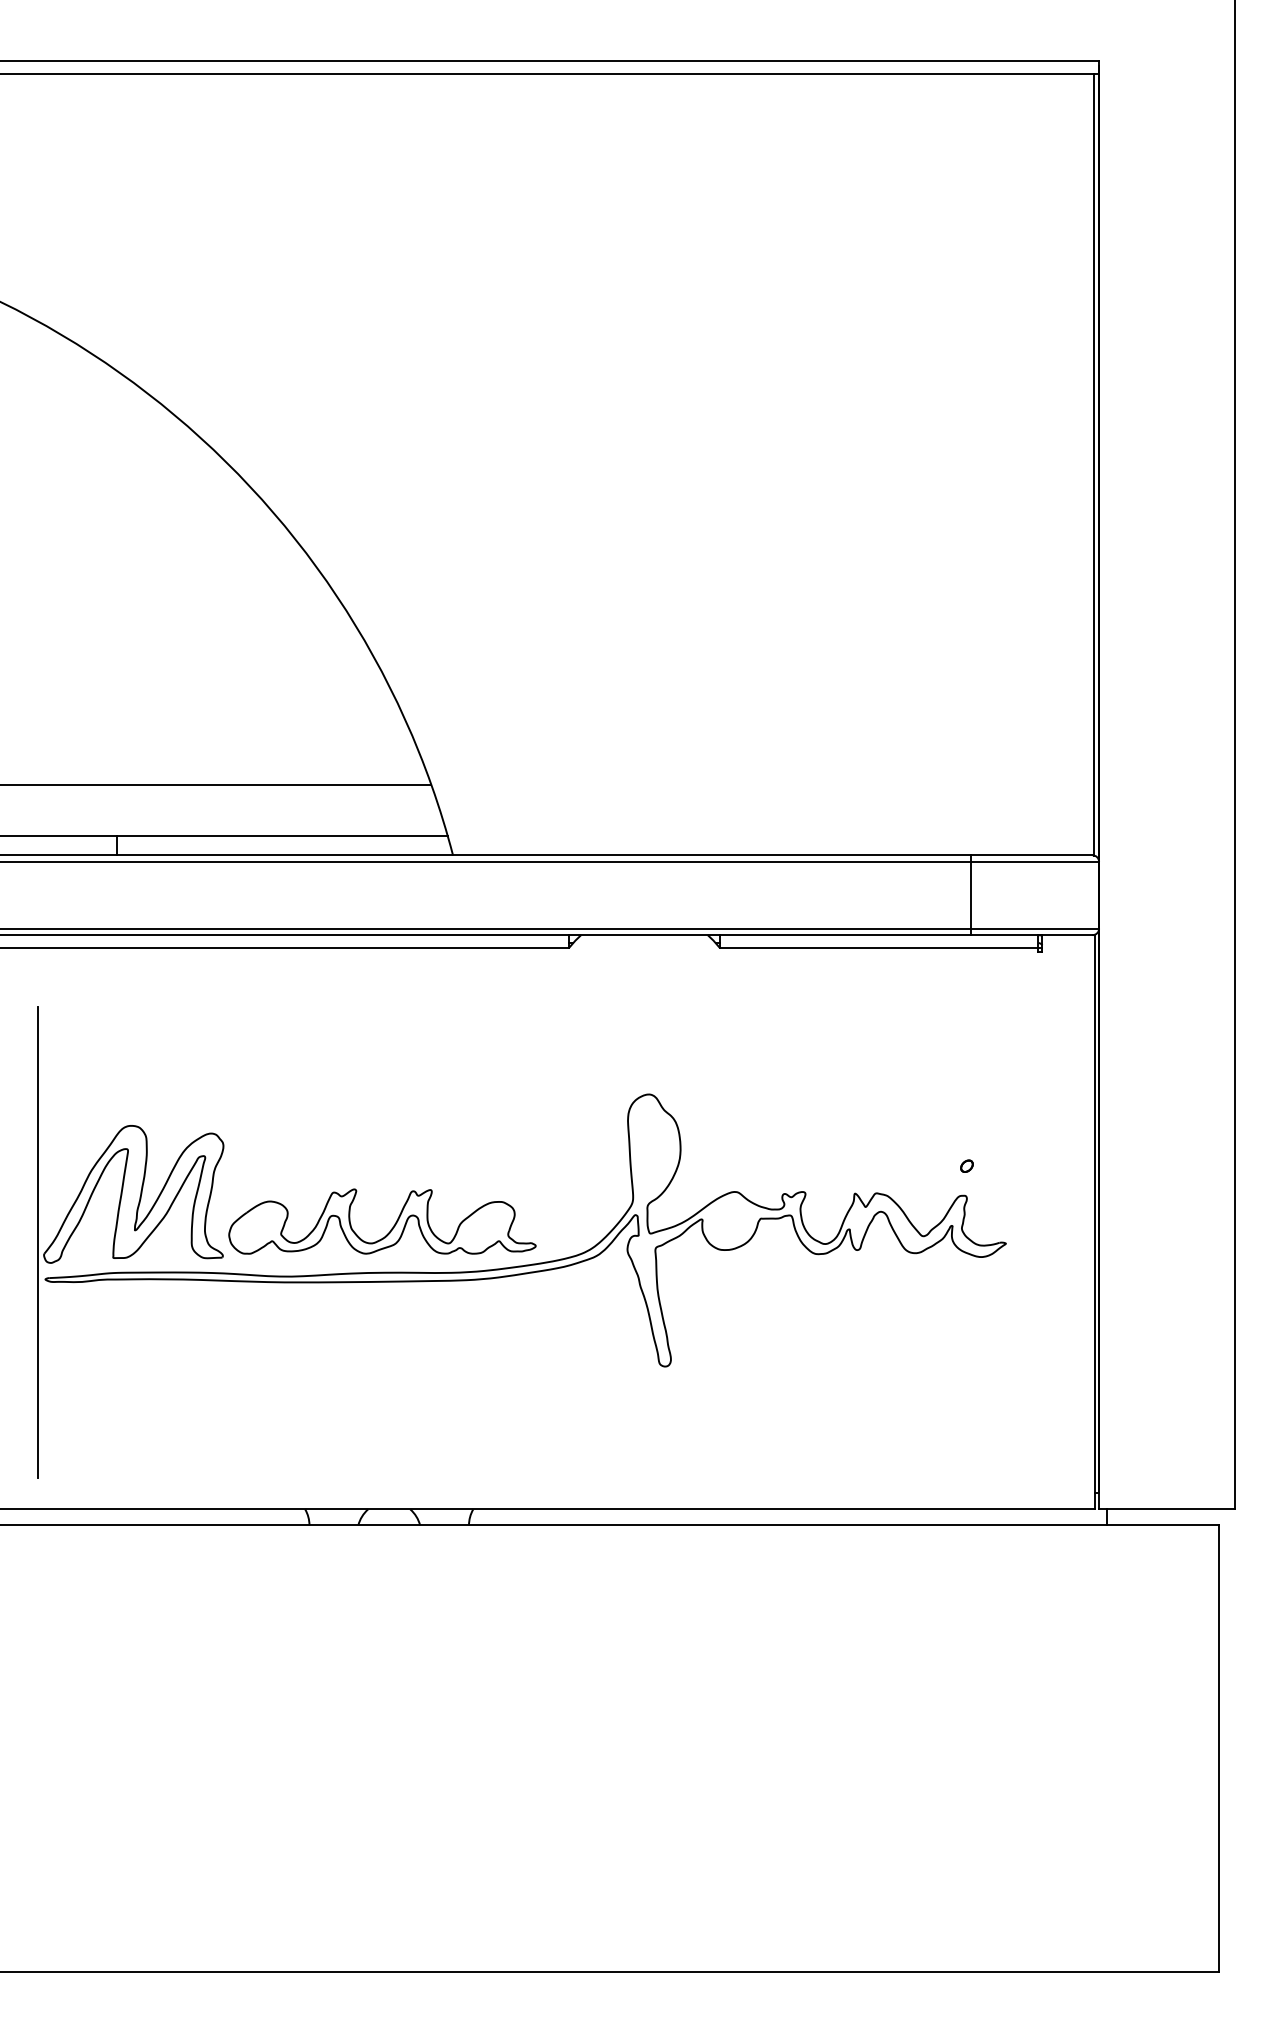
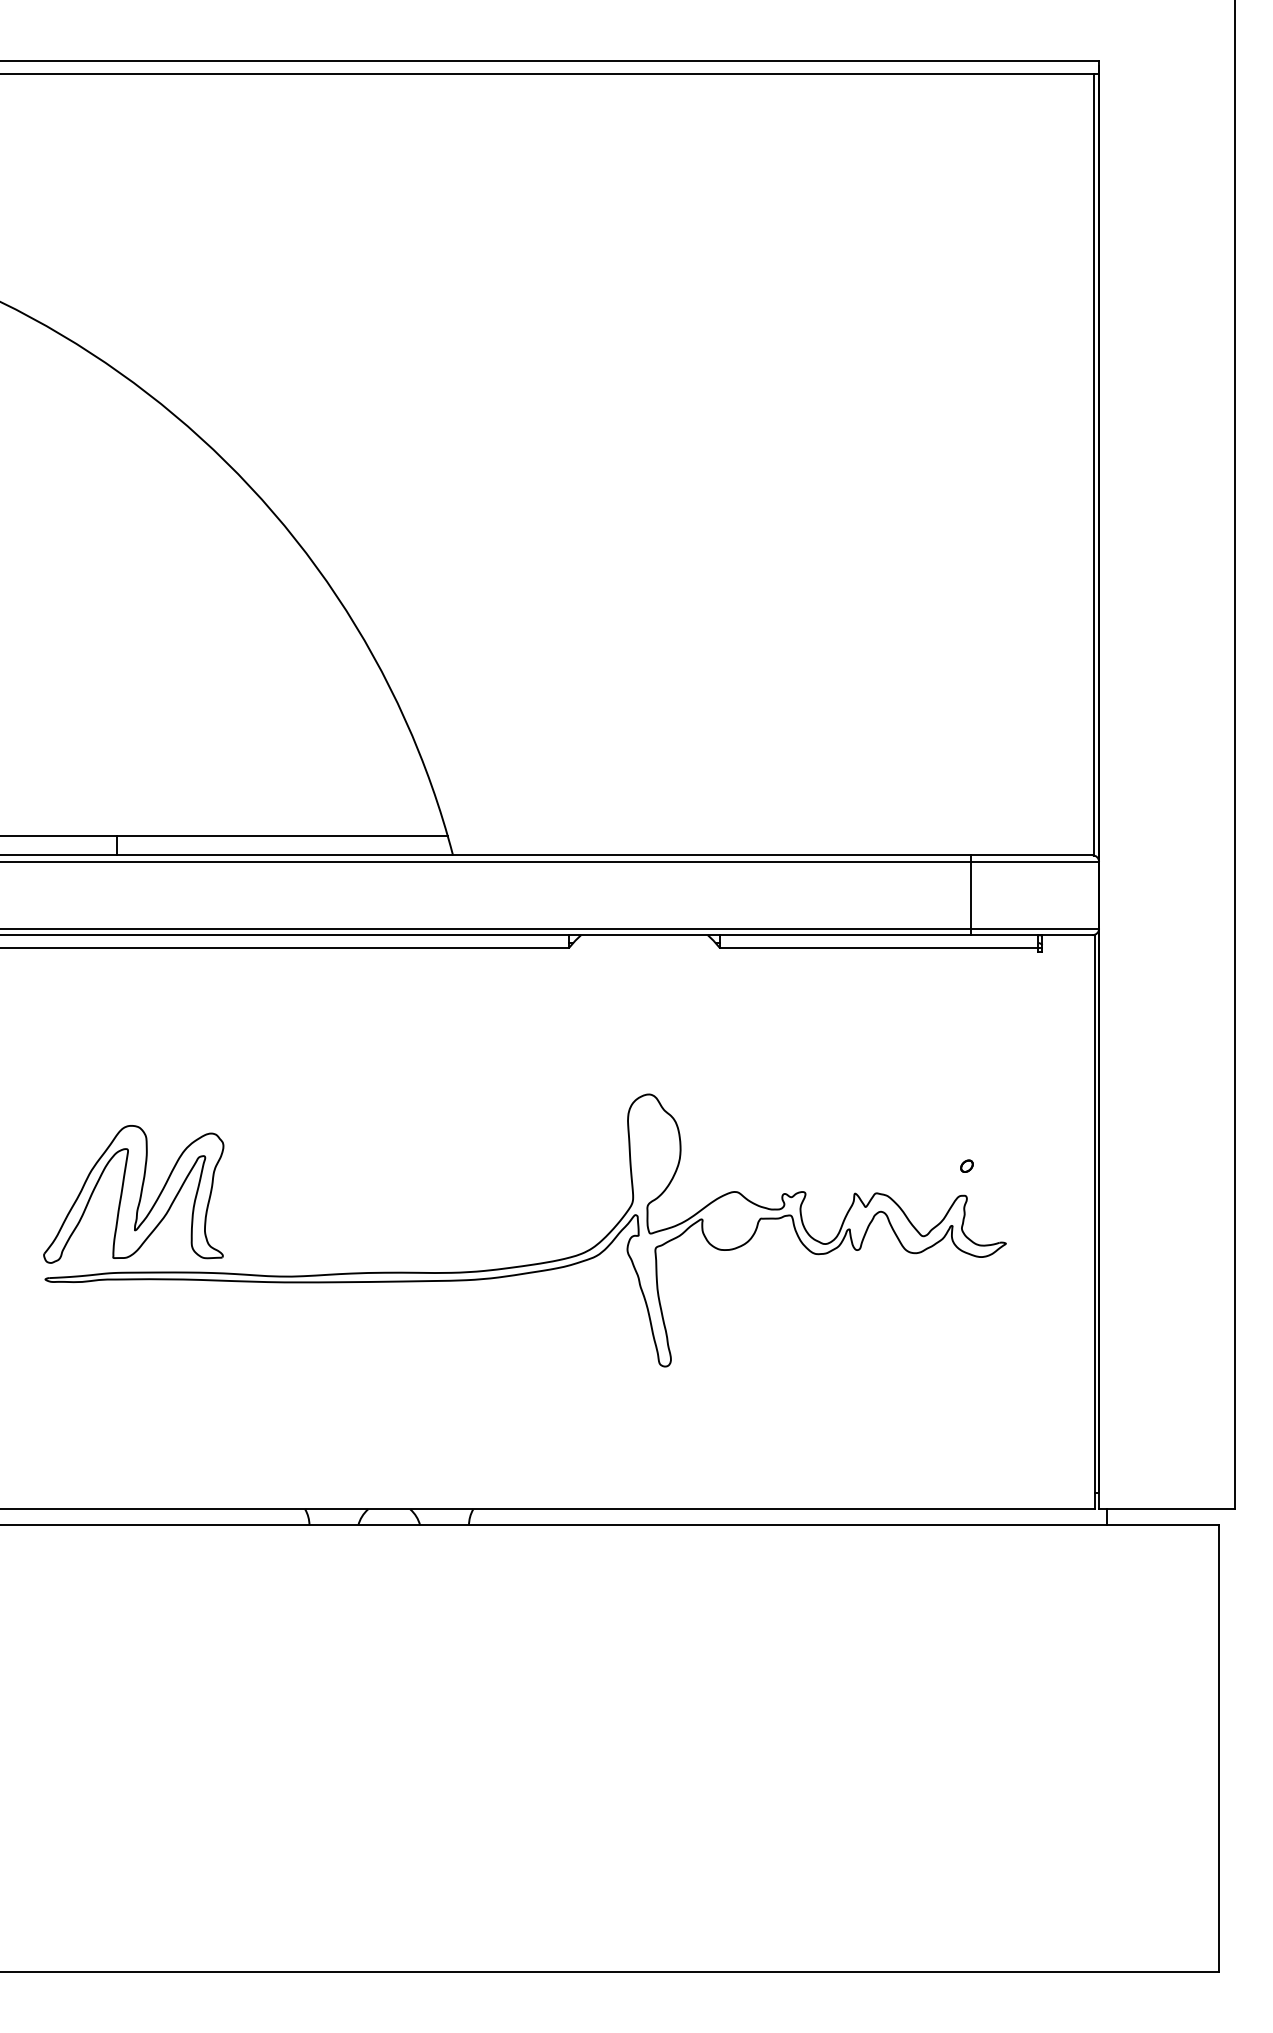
line at (216, 784): present -> none
part at (390, 1229): present -> none
line at (38, 1241): present -> none
